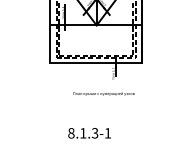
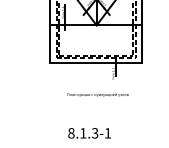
text at (103, 93) position: (103, 93) -> (97, 94)
